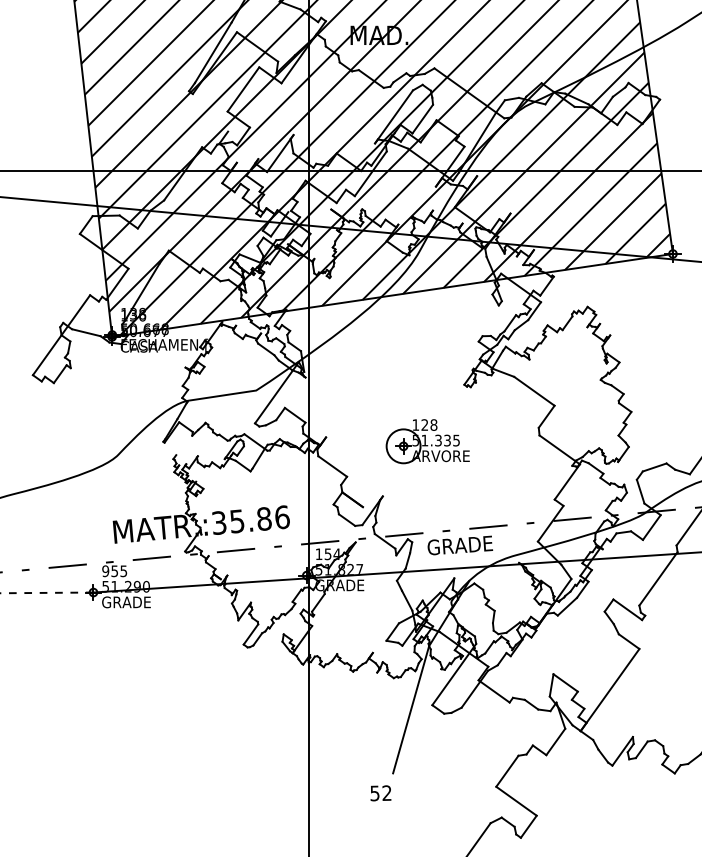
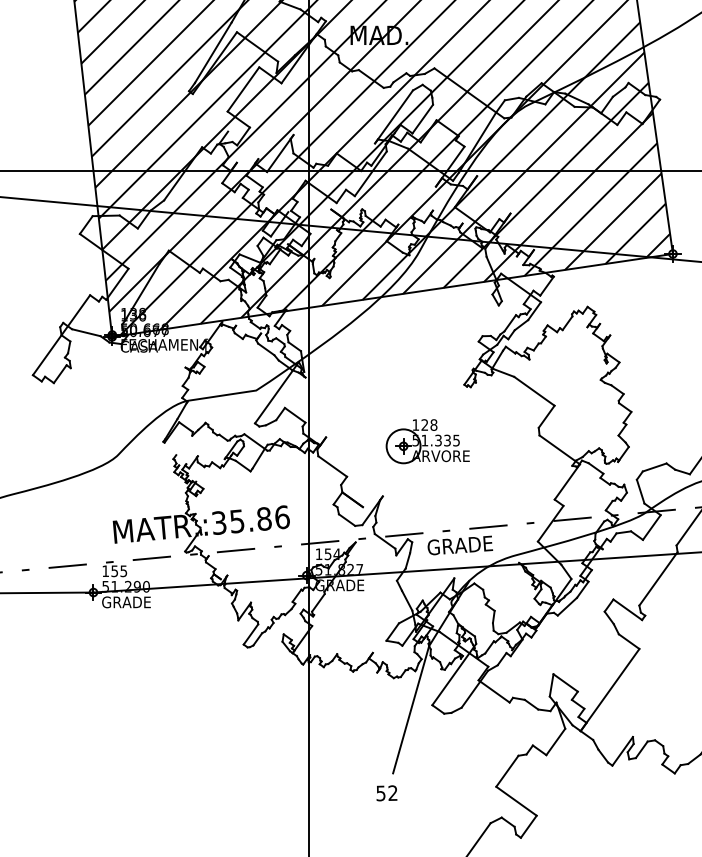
text at (105, 571): 955 -> 155
line at (46, 592): dashed -> solid
text at (380, 793) position: (380, 793) -> (386, 793)
